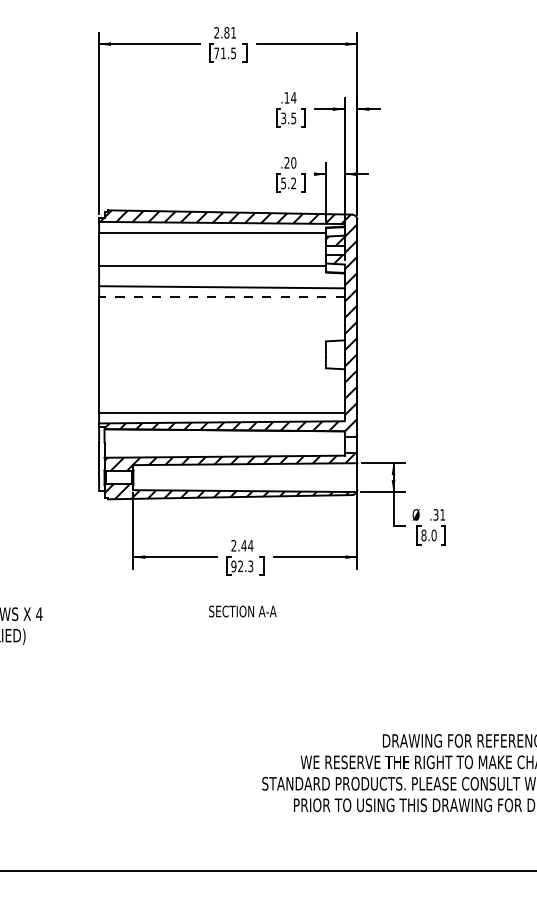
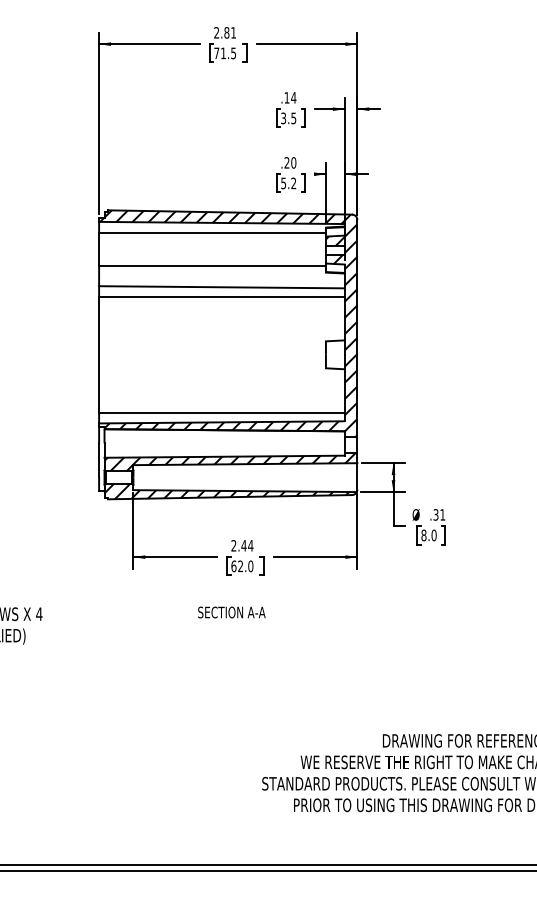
line at (221, 297): dashed -> solid
text at (242, 566): 92.3 -> 62.0
text at (242, 611) position: (242, 611) -> (231, 612)
line at (267, 865): none -> present
